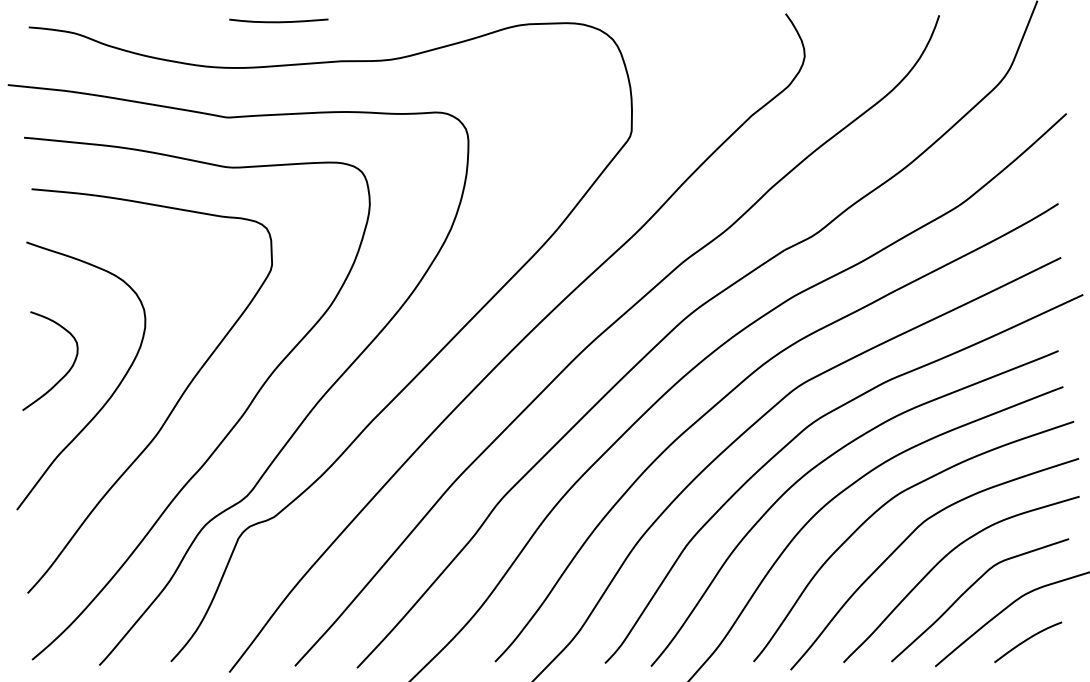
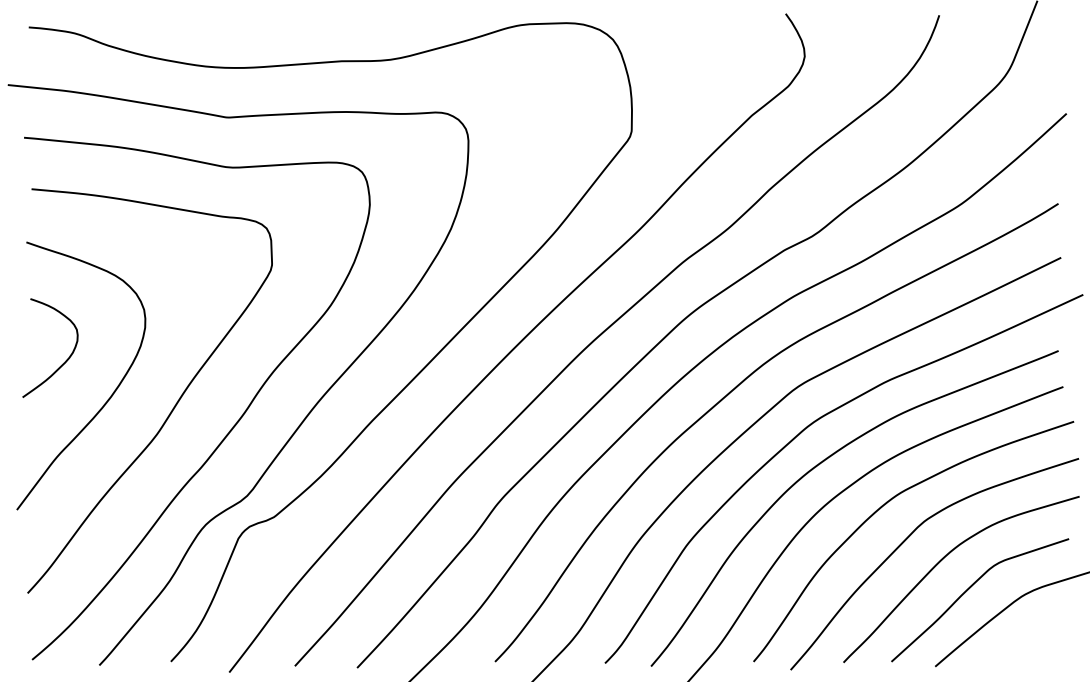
curve at (278, 21): present -> none
curve at (64, 374) position: (64, 374) -> (64, 361)
curve at (1027, 640): present -> none
